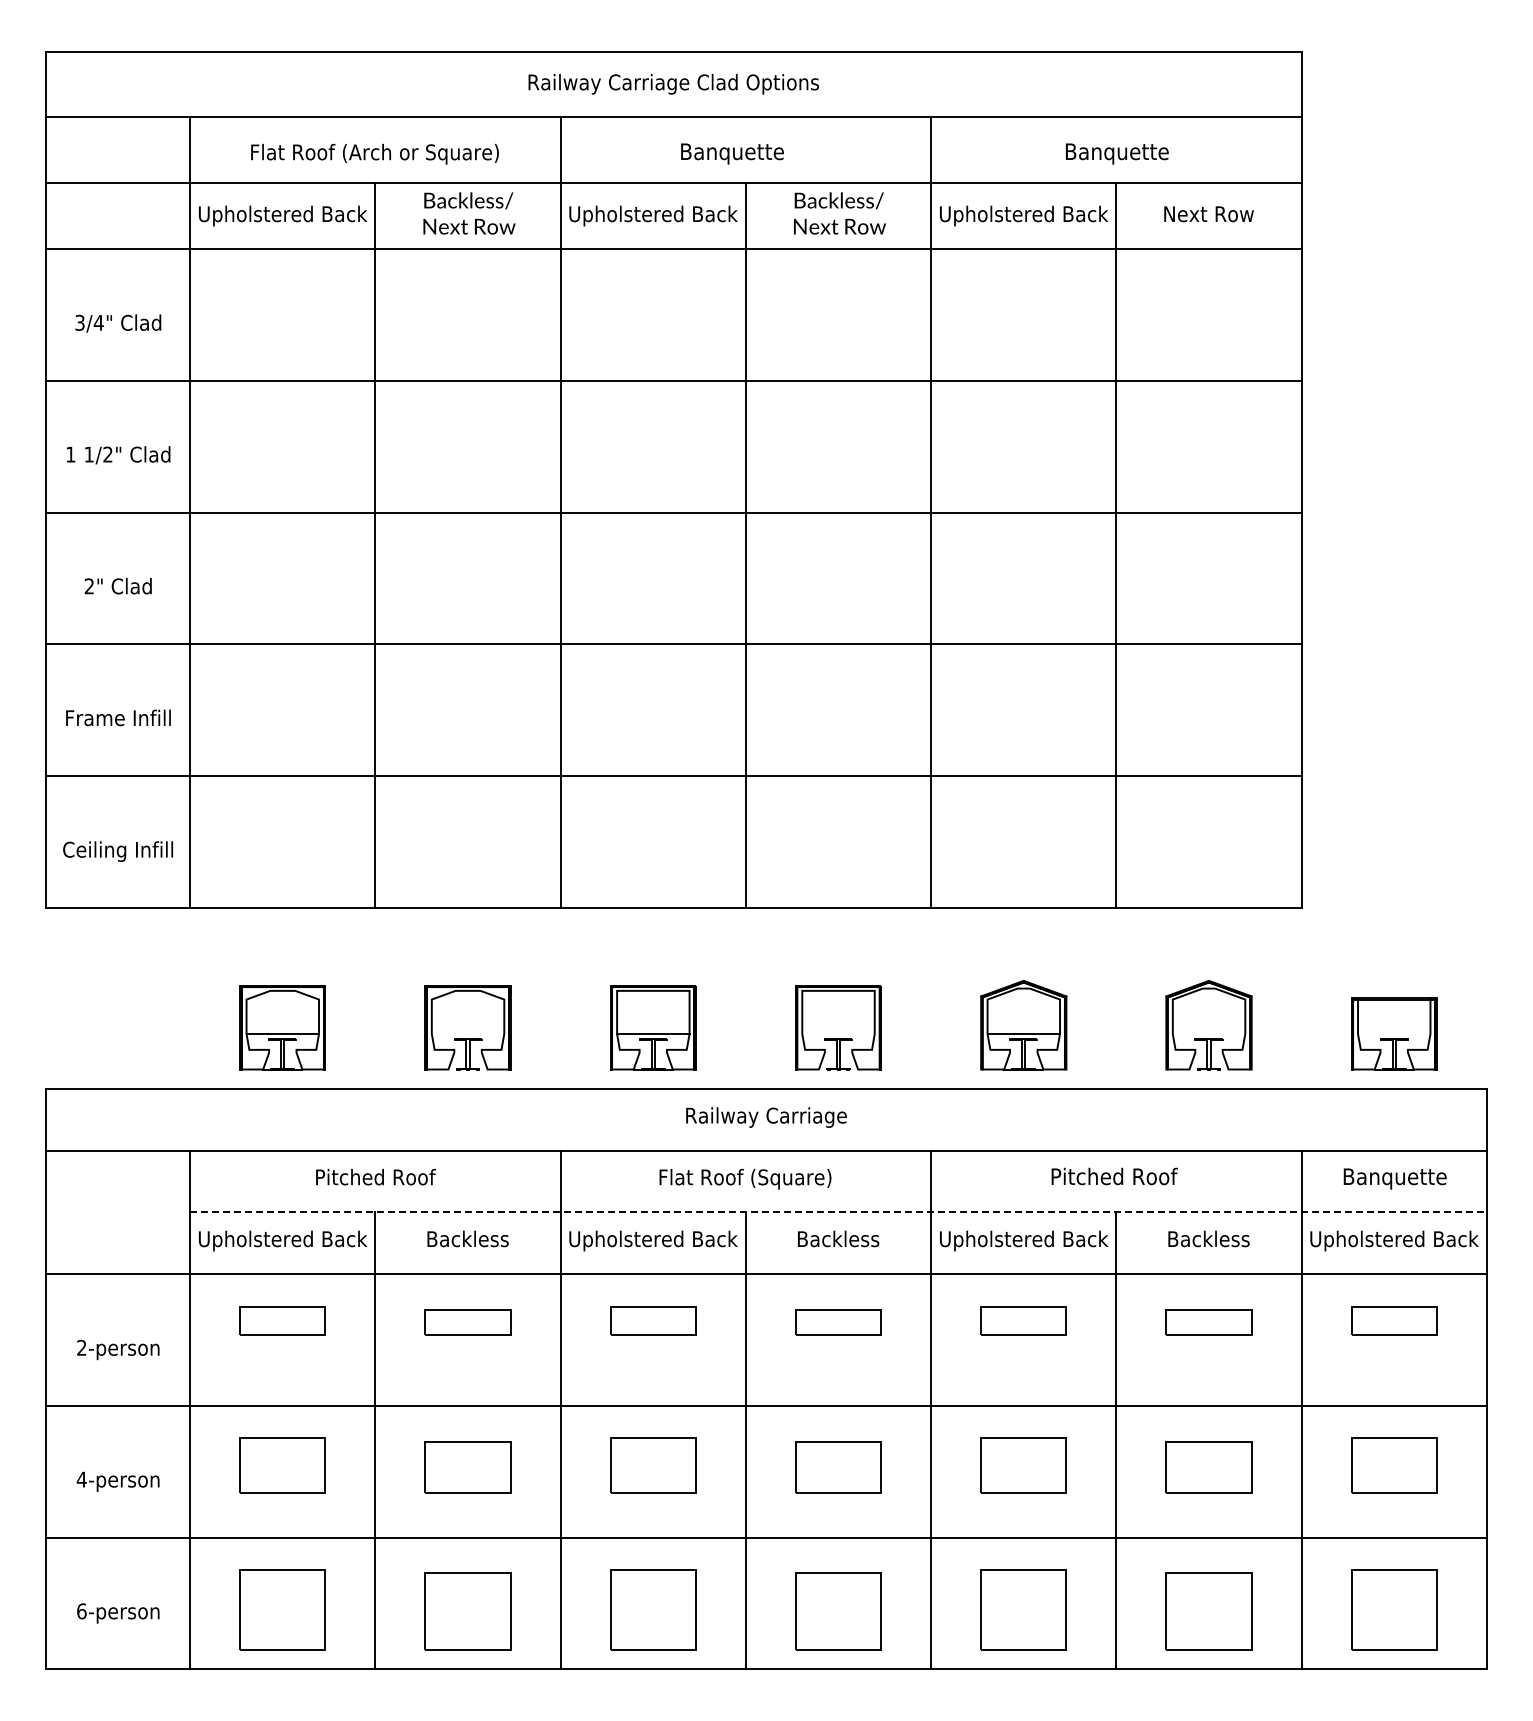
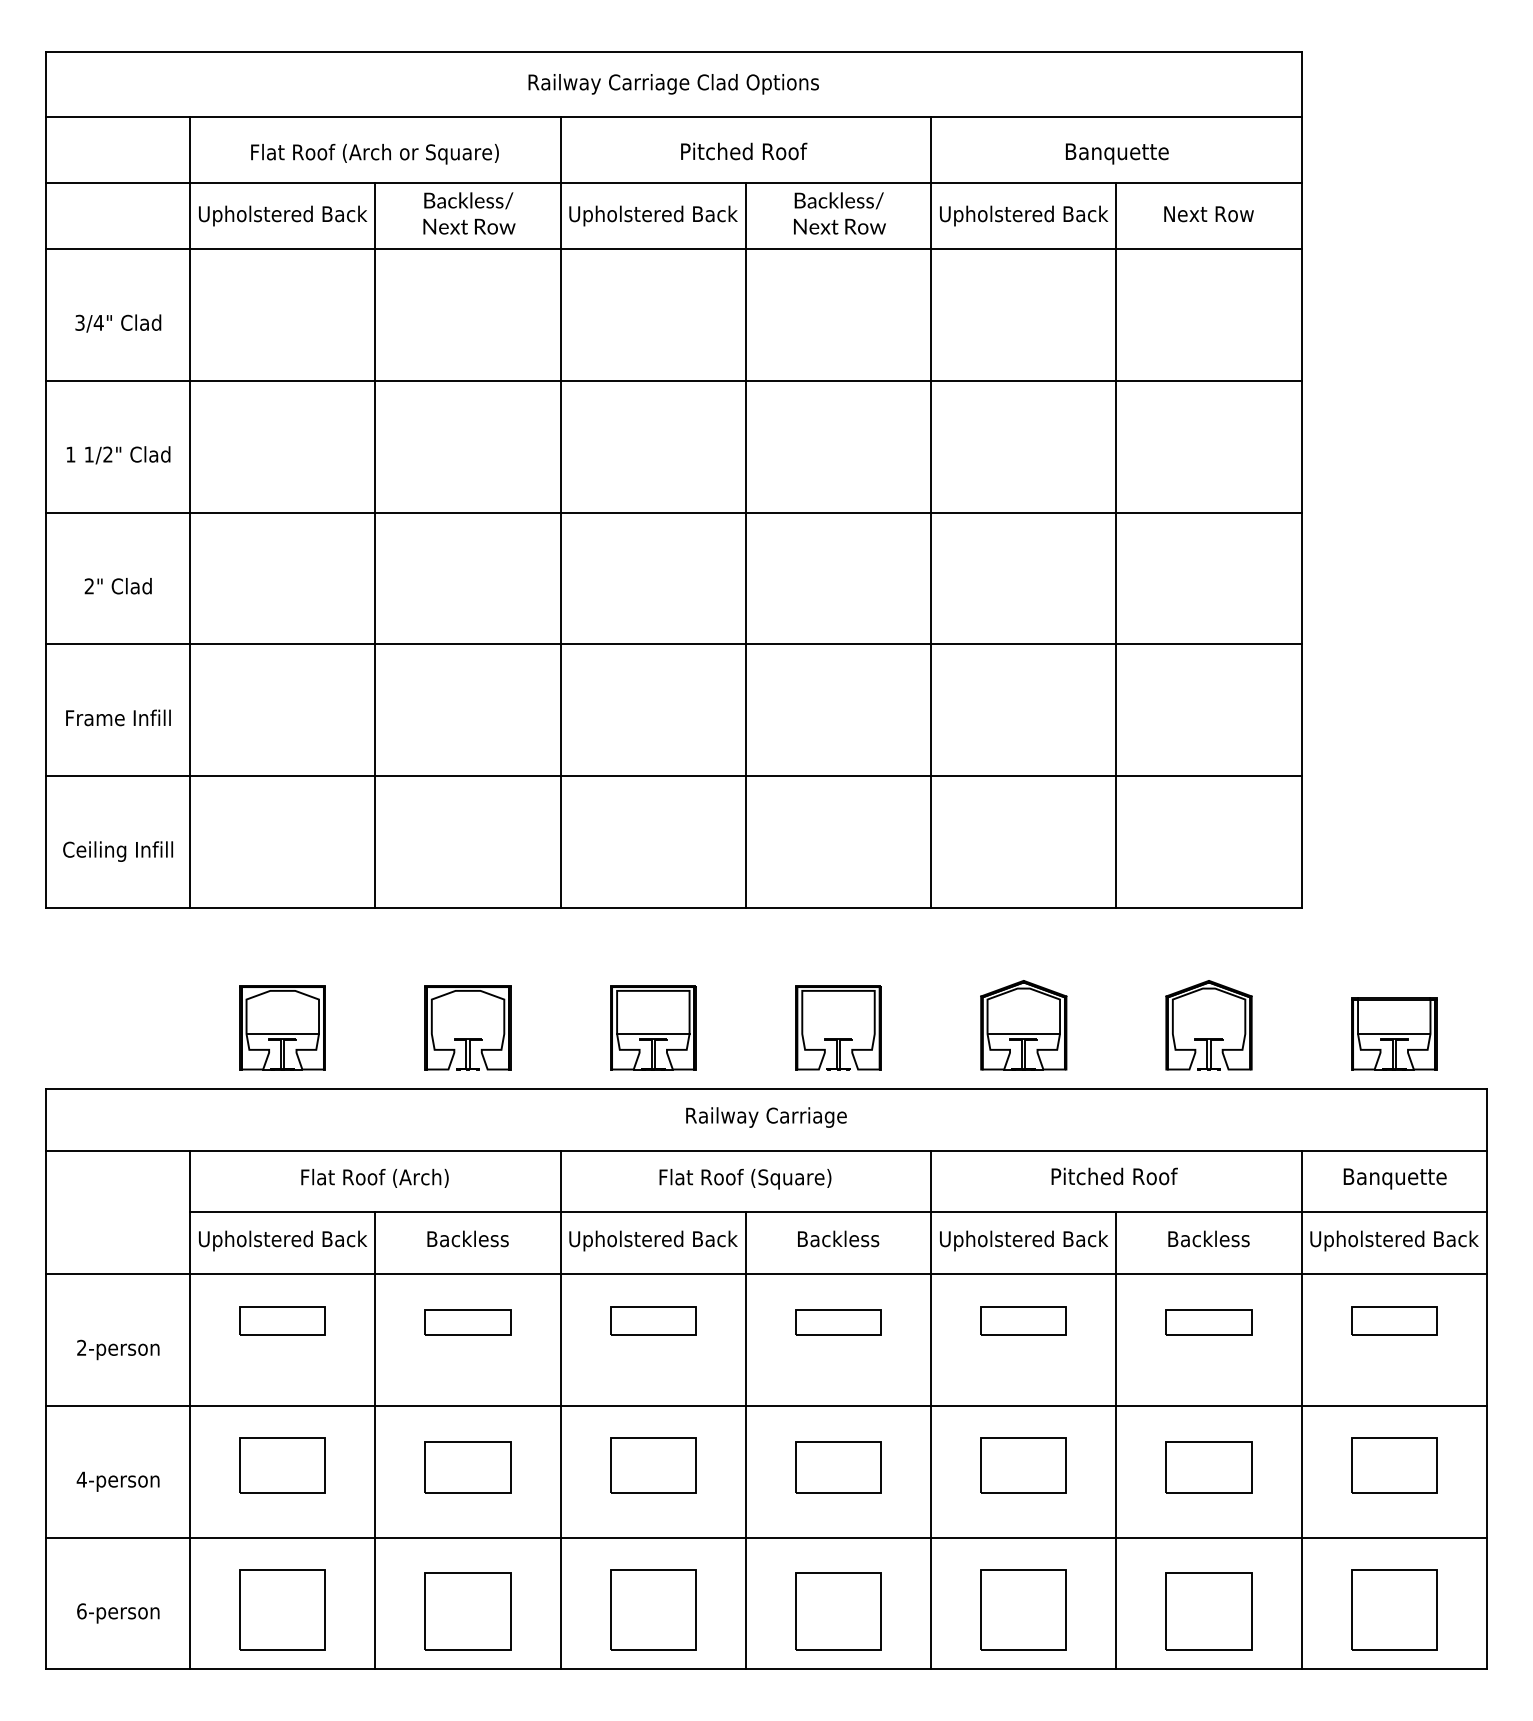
text at (745, 153): Banquette -> Pitched Roof
line at (1394, 1034): none -> present
text at (374, 1177): Pitched Roof -> Flat Roof (Arch)
line at (839, 1212): dashed -> solid
